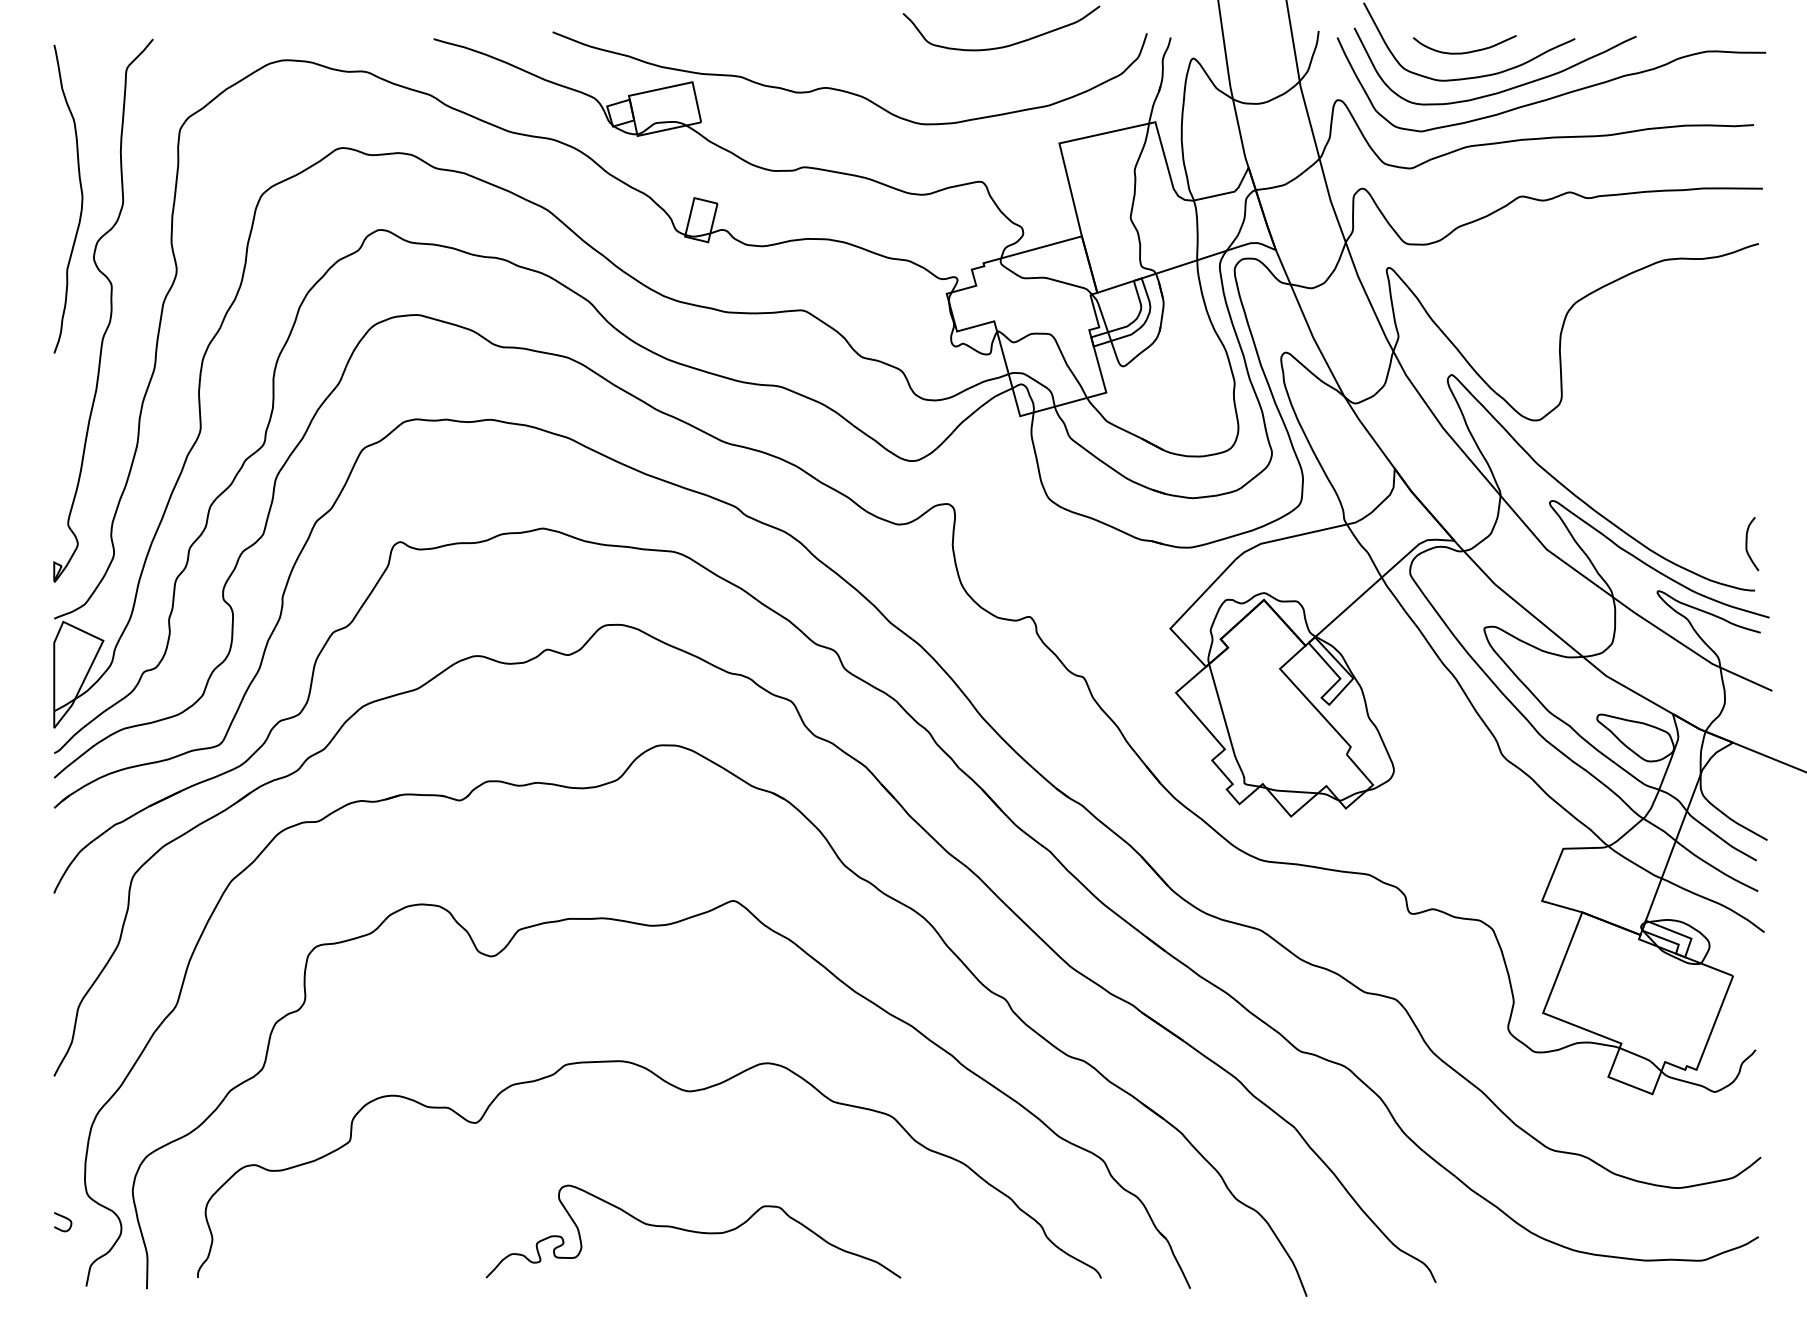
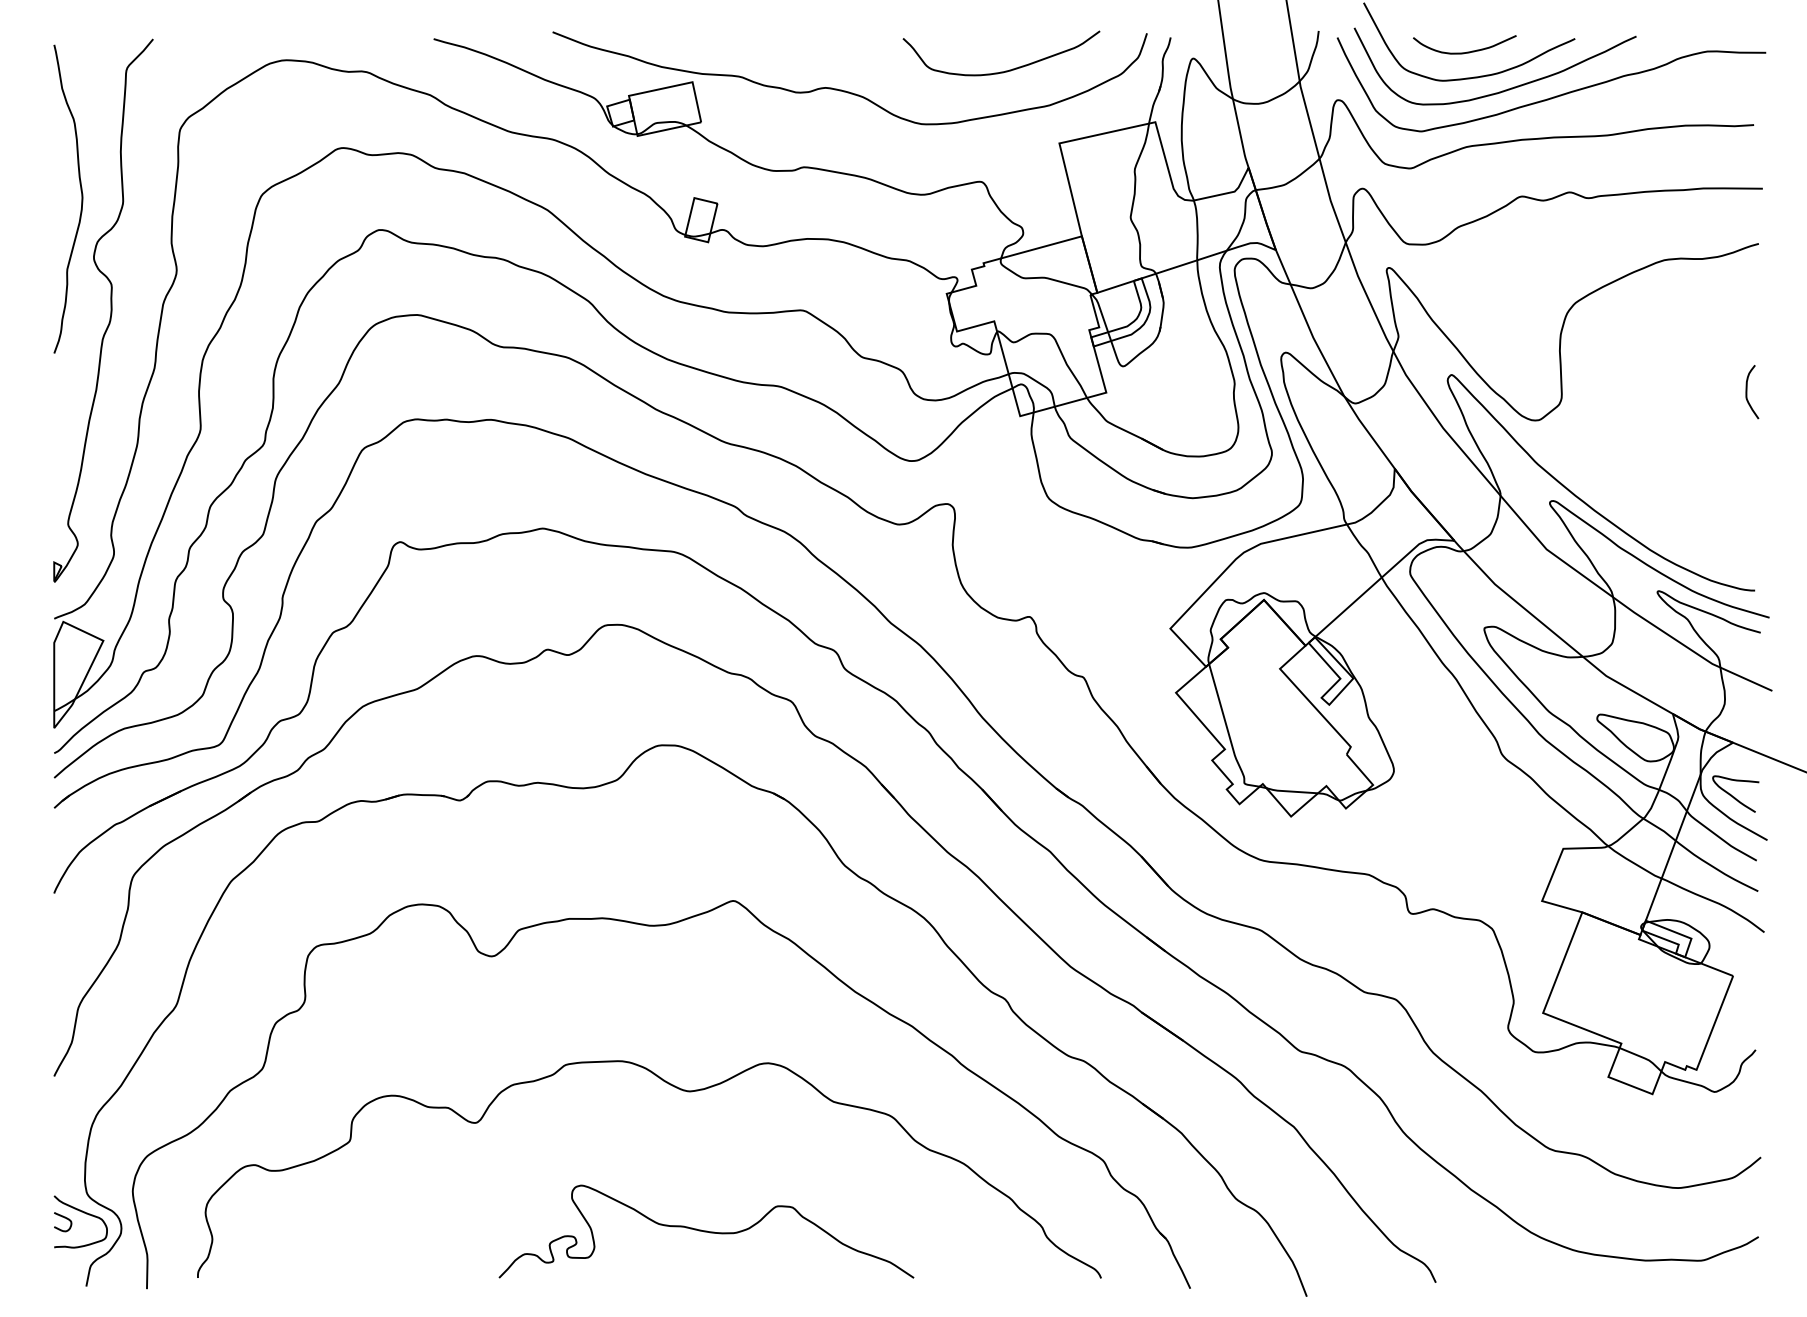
curve at (1005, 45) position: (1005, 45) -> (1005, 70)
curve at (1747, 544) position: (1747, 544) -> (1747, 392)
curve at (1734, 796): none -> present
curve at (84, 1213): none -> present
curve at (693, 1231) position: (693, 1231) -> (706, 1231)
